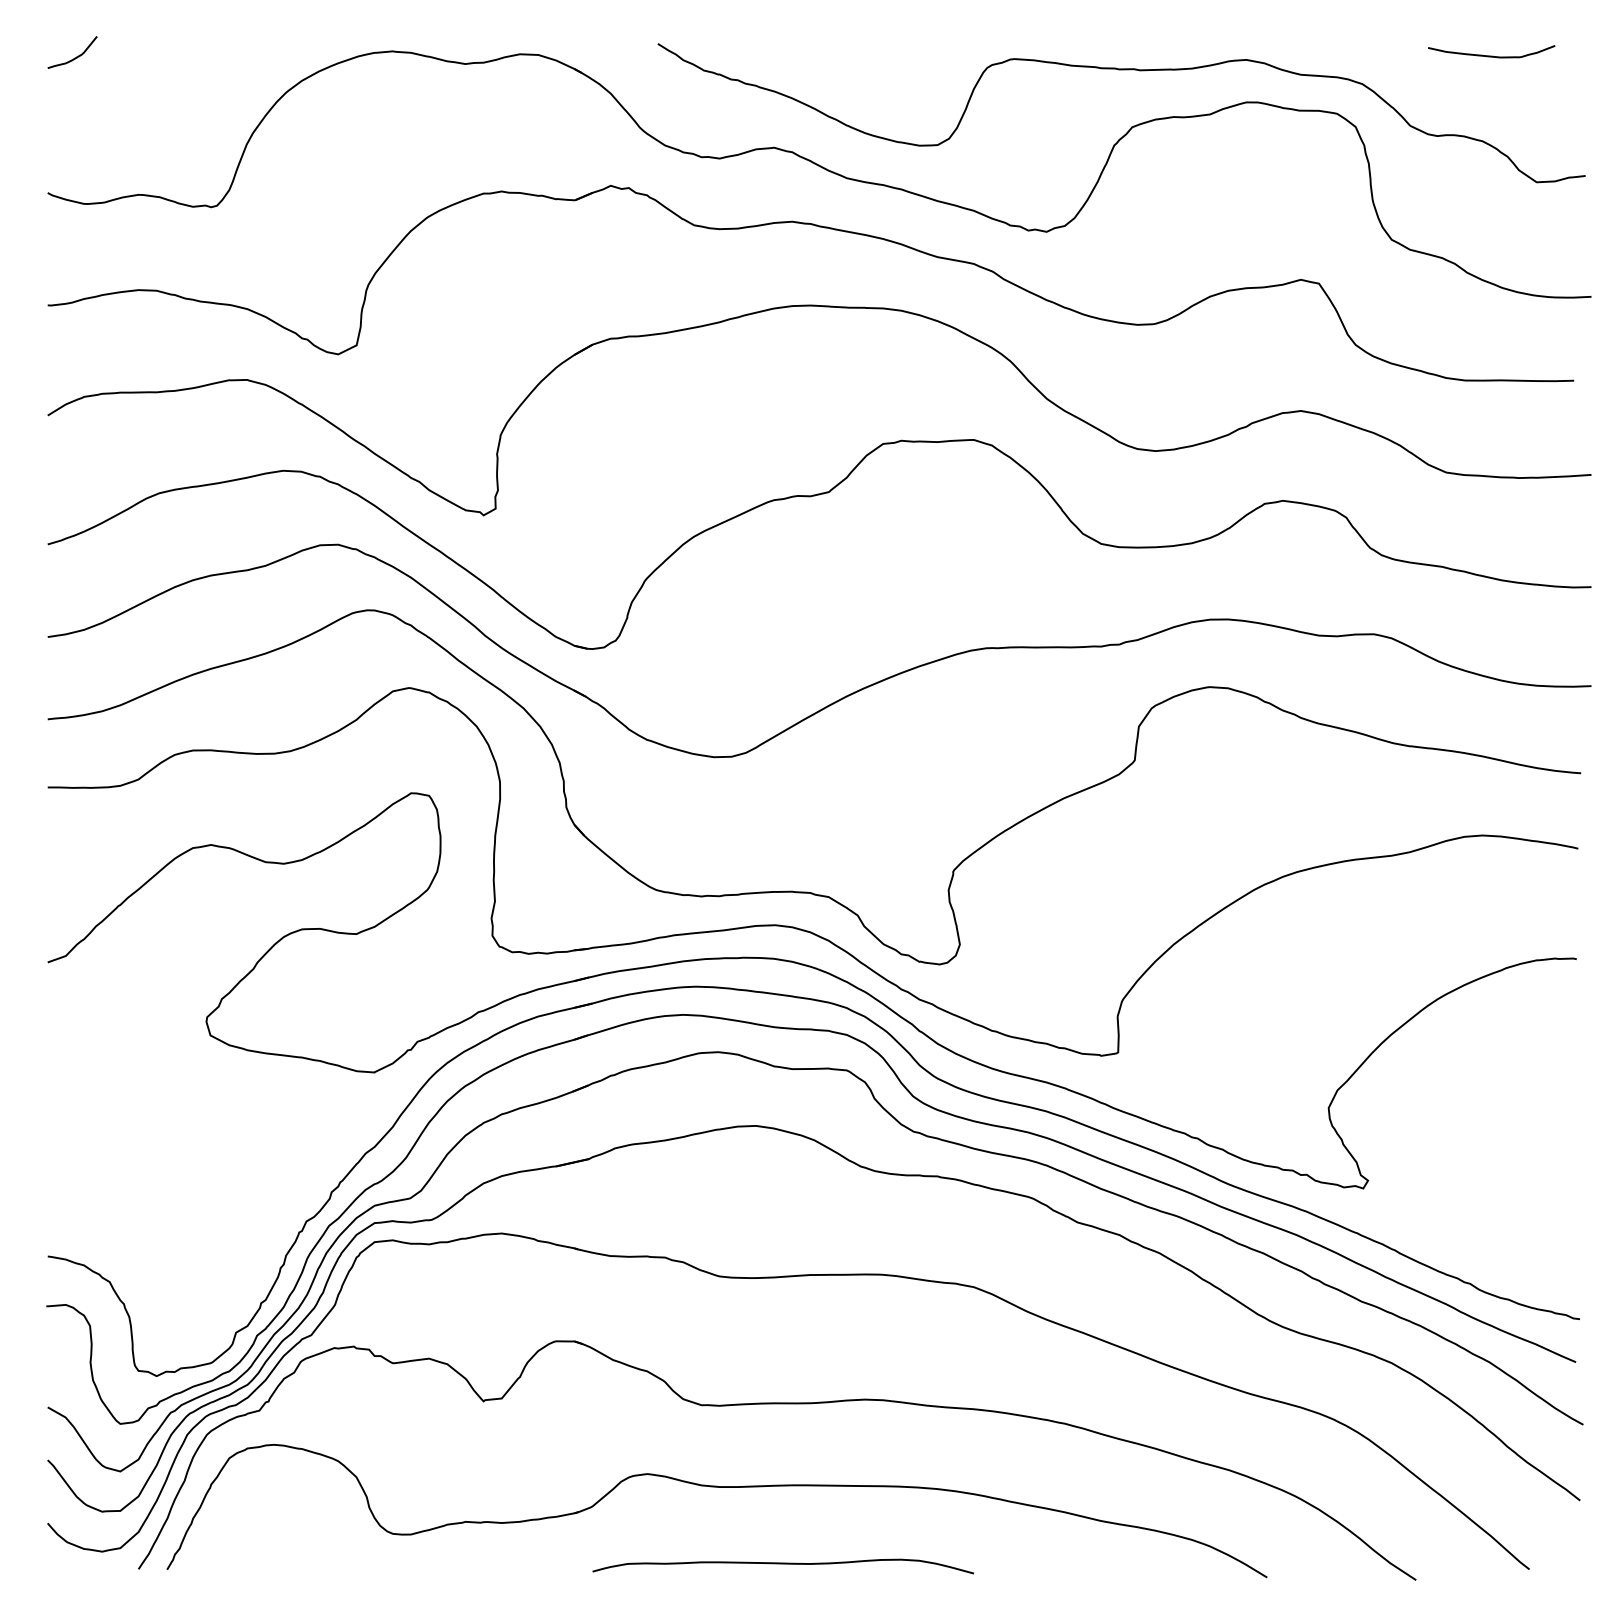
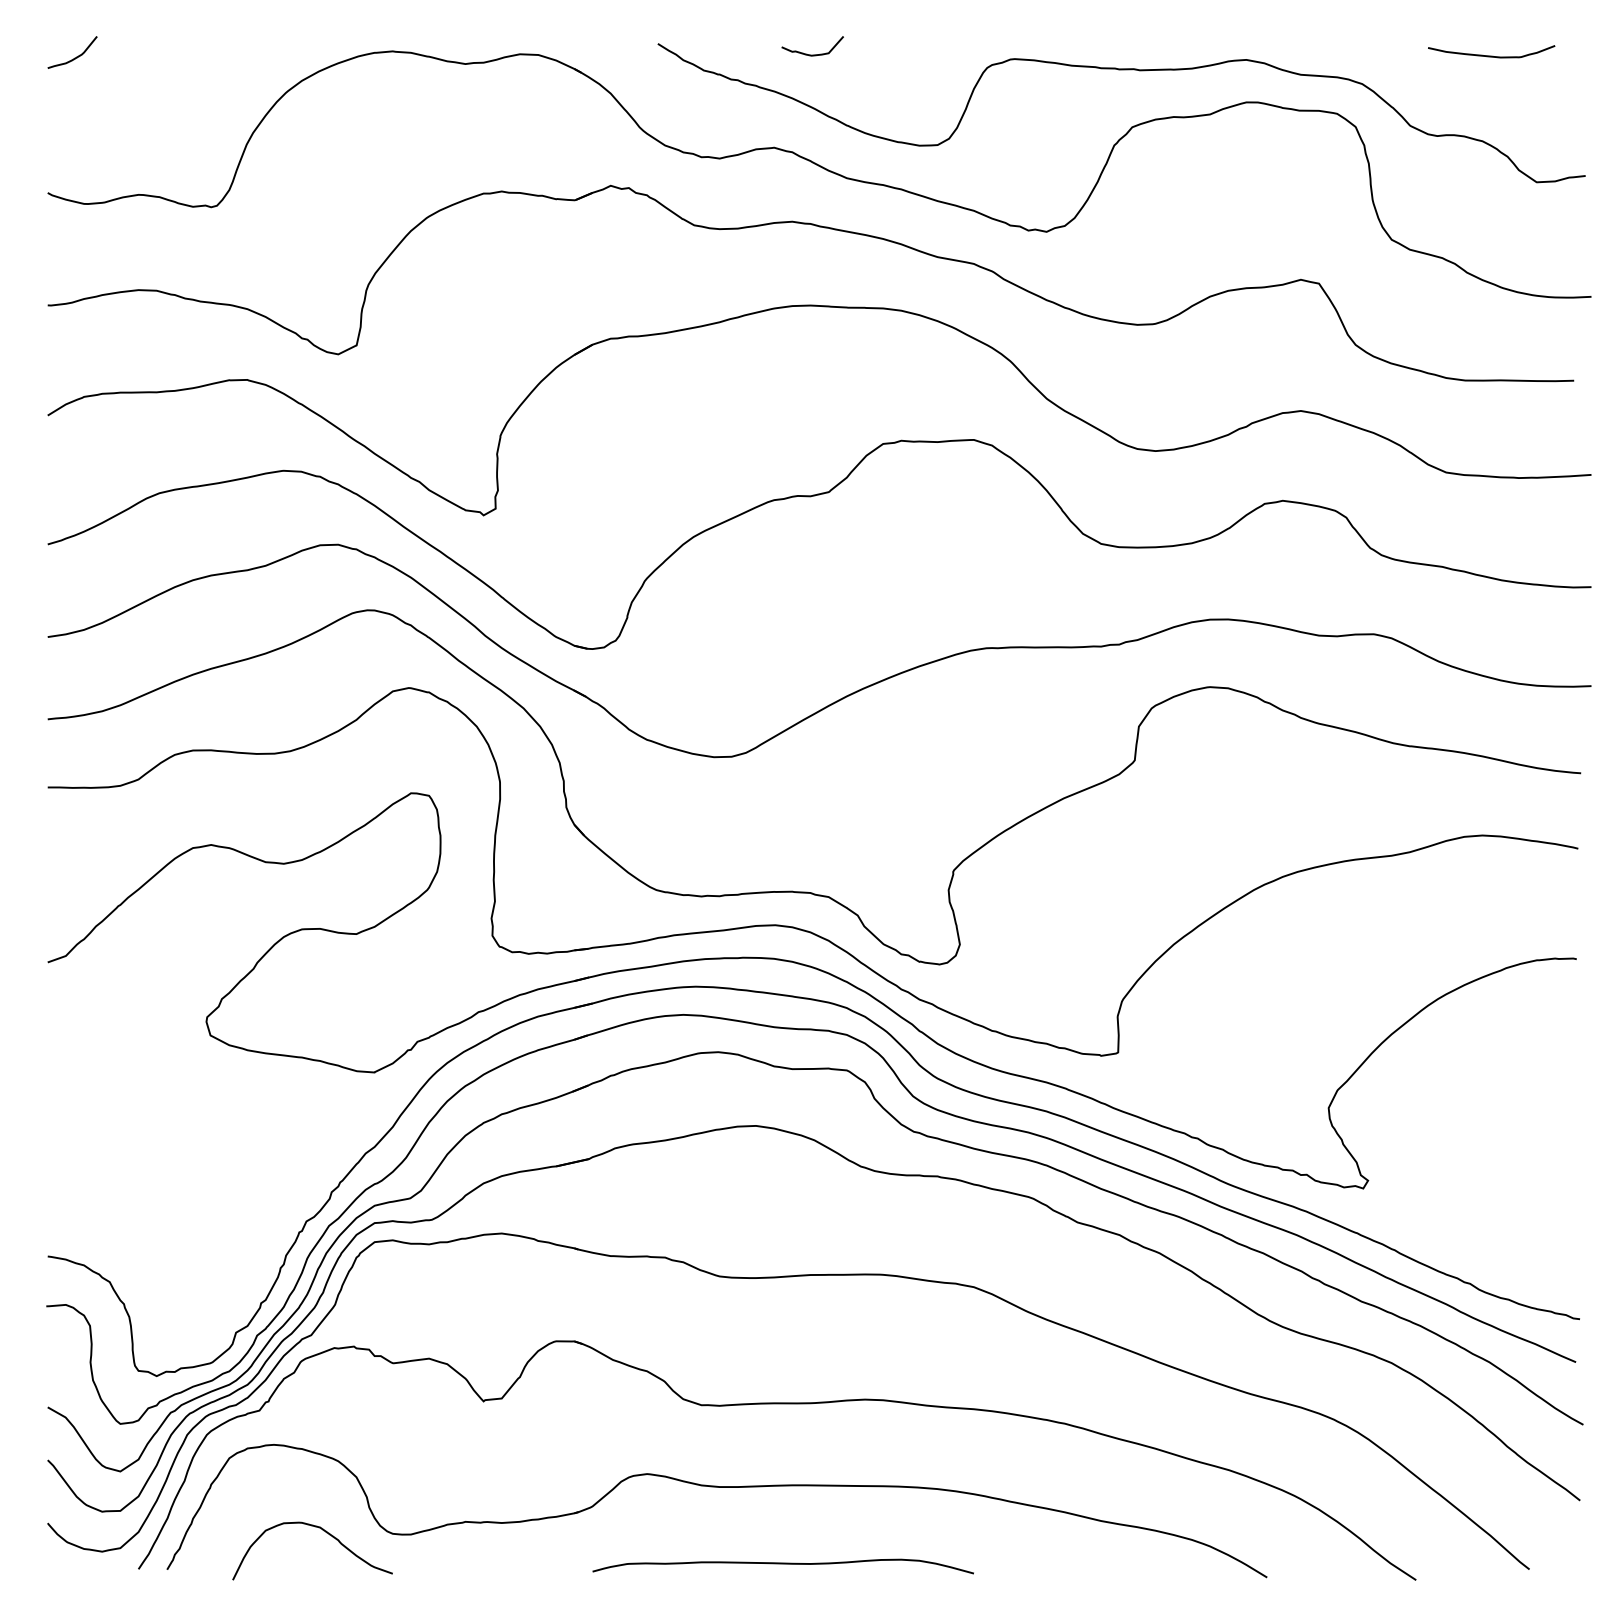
curve at (812, 54): none -> present
curve at (326, 1533): none -> present
